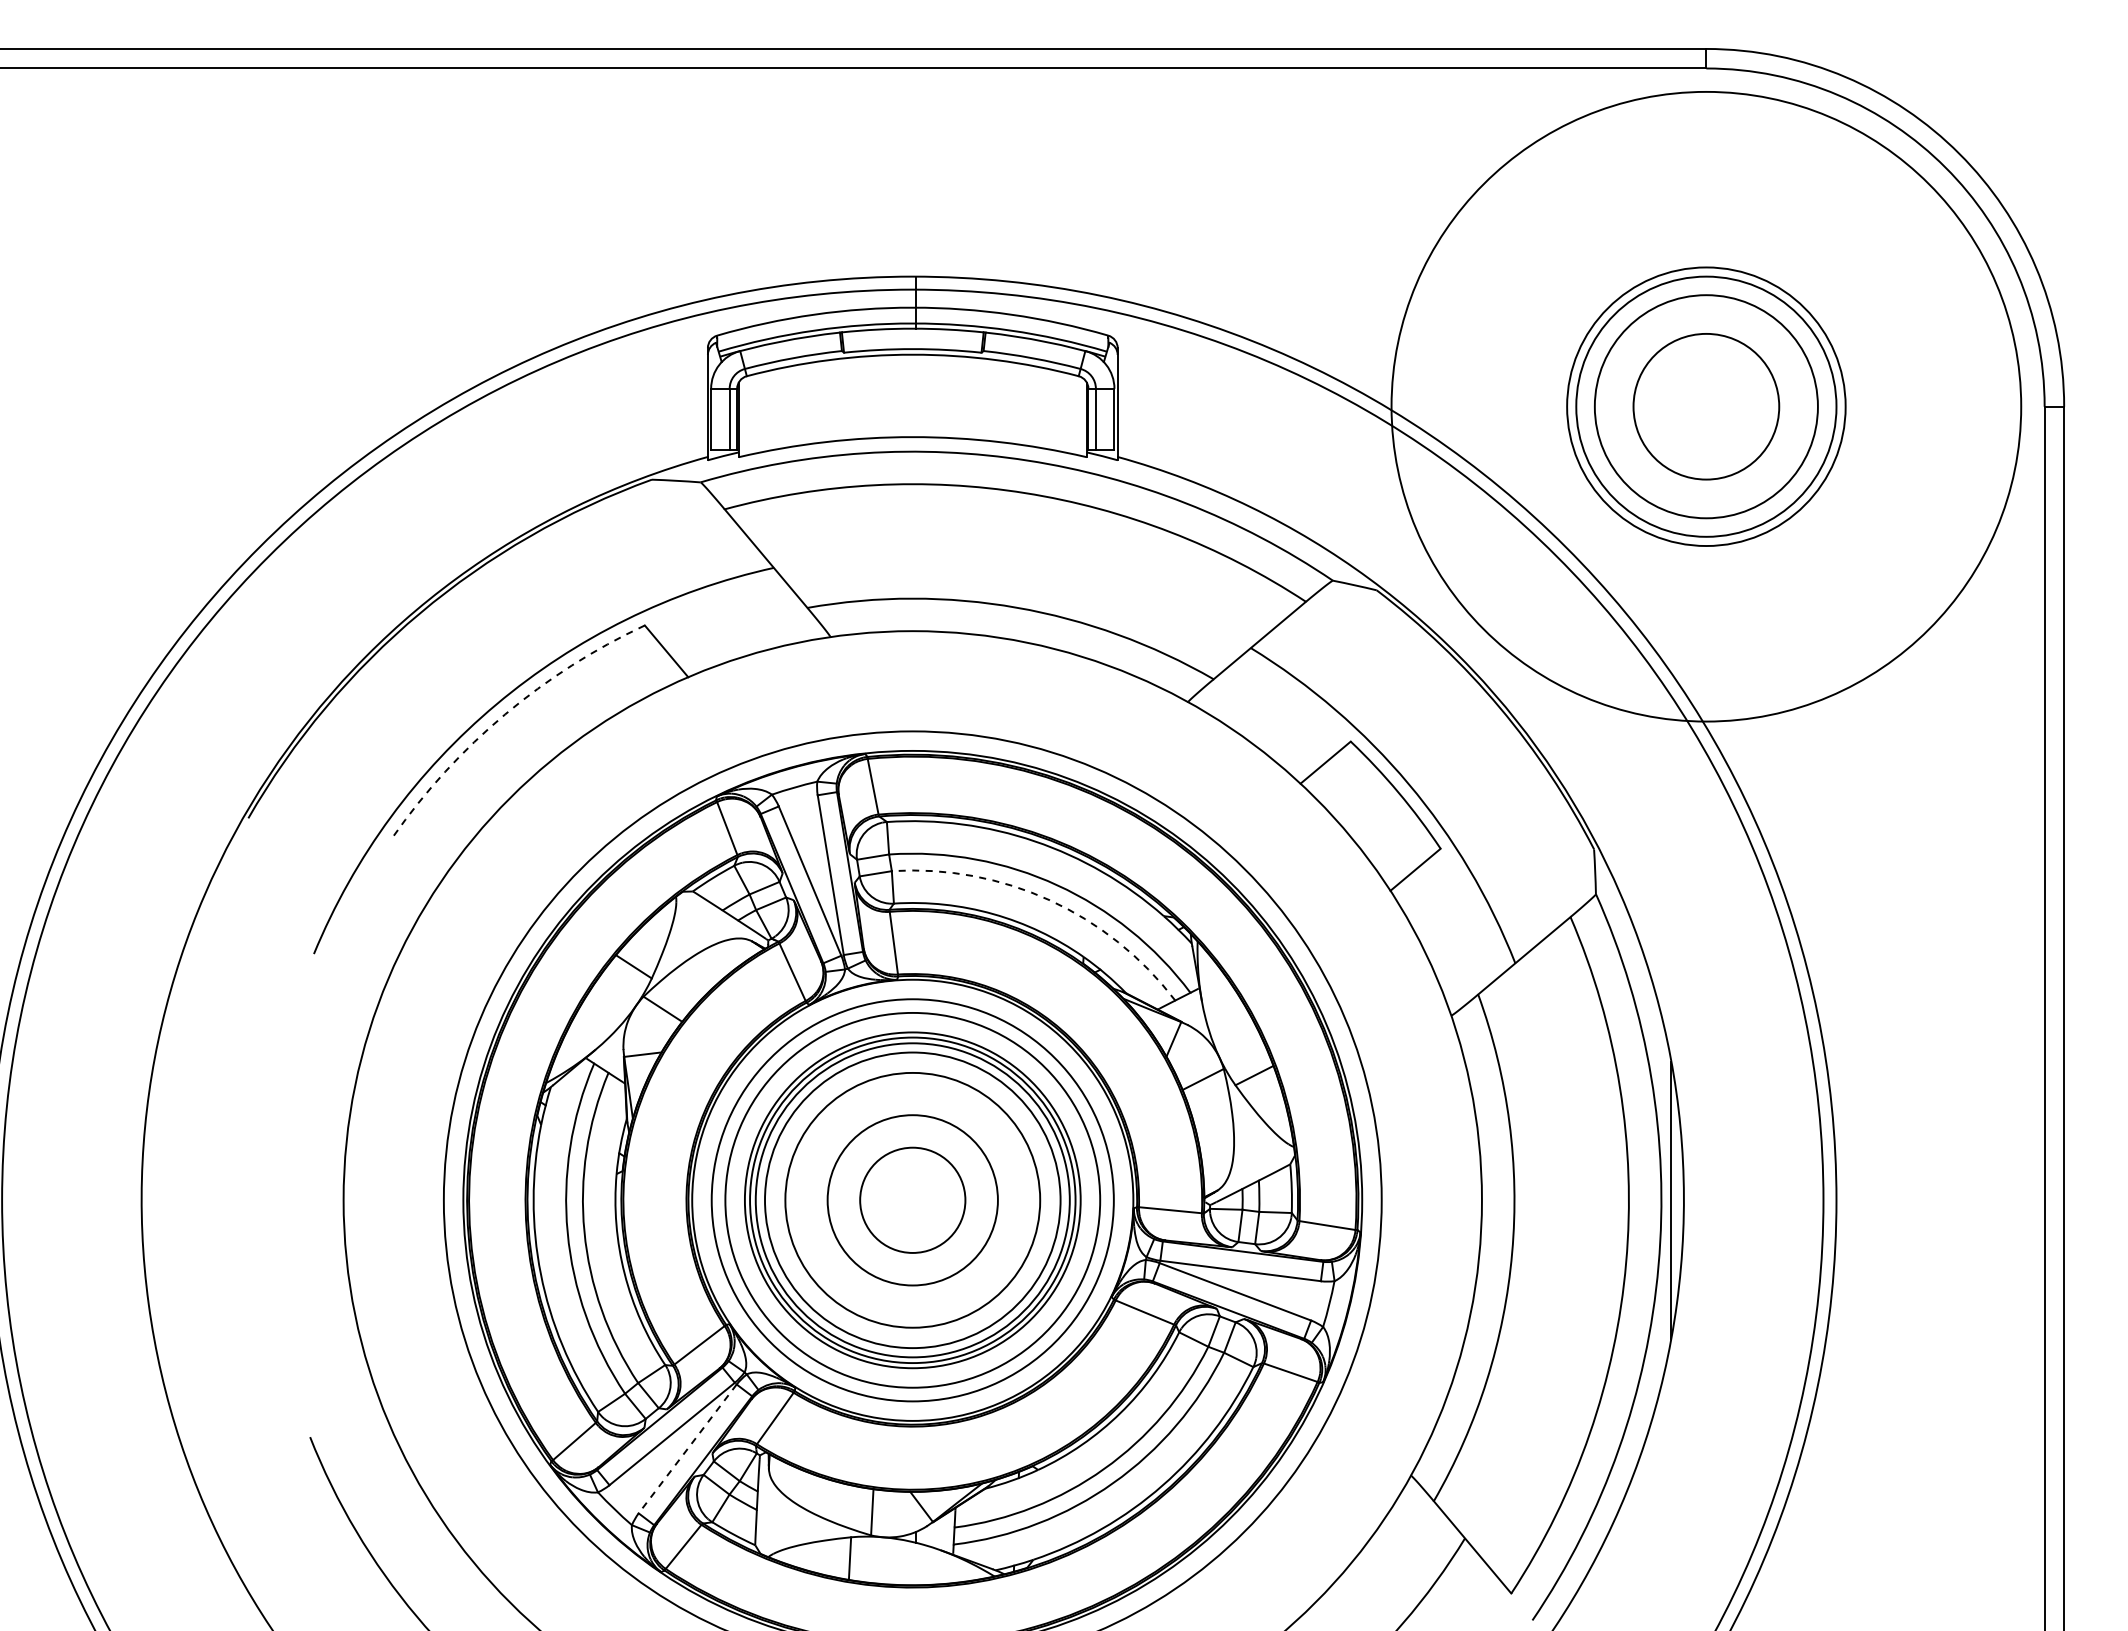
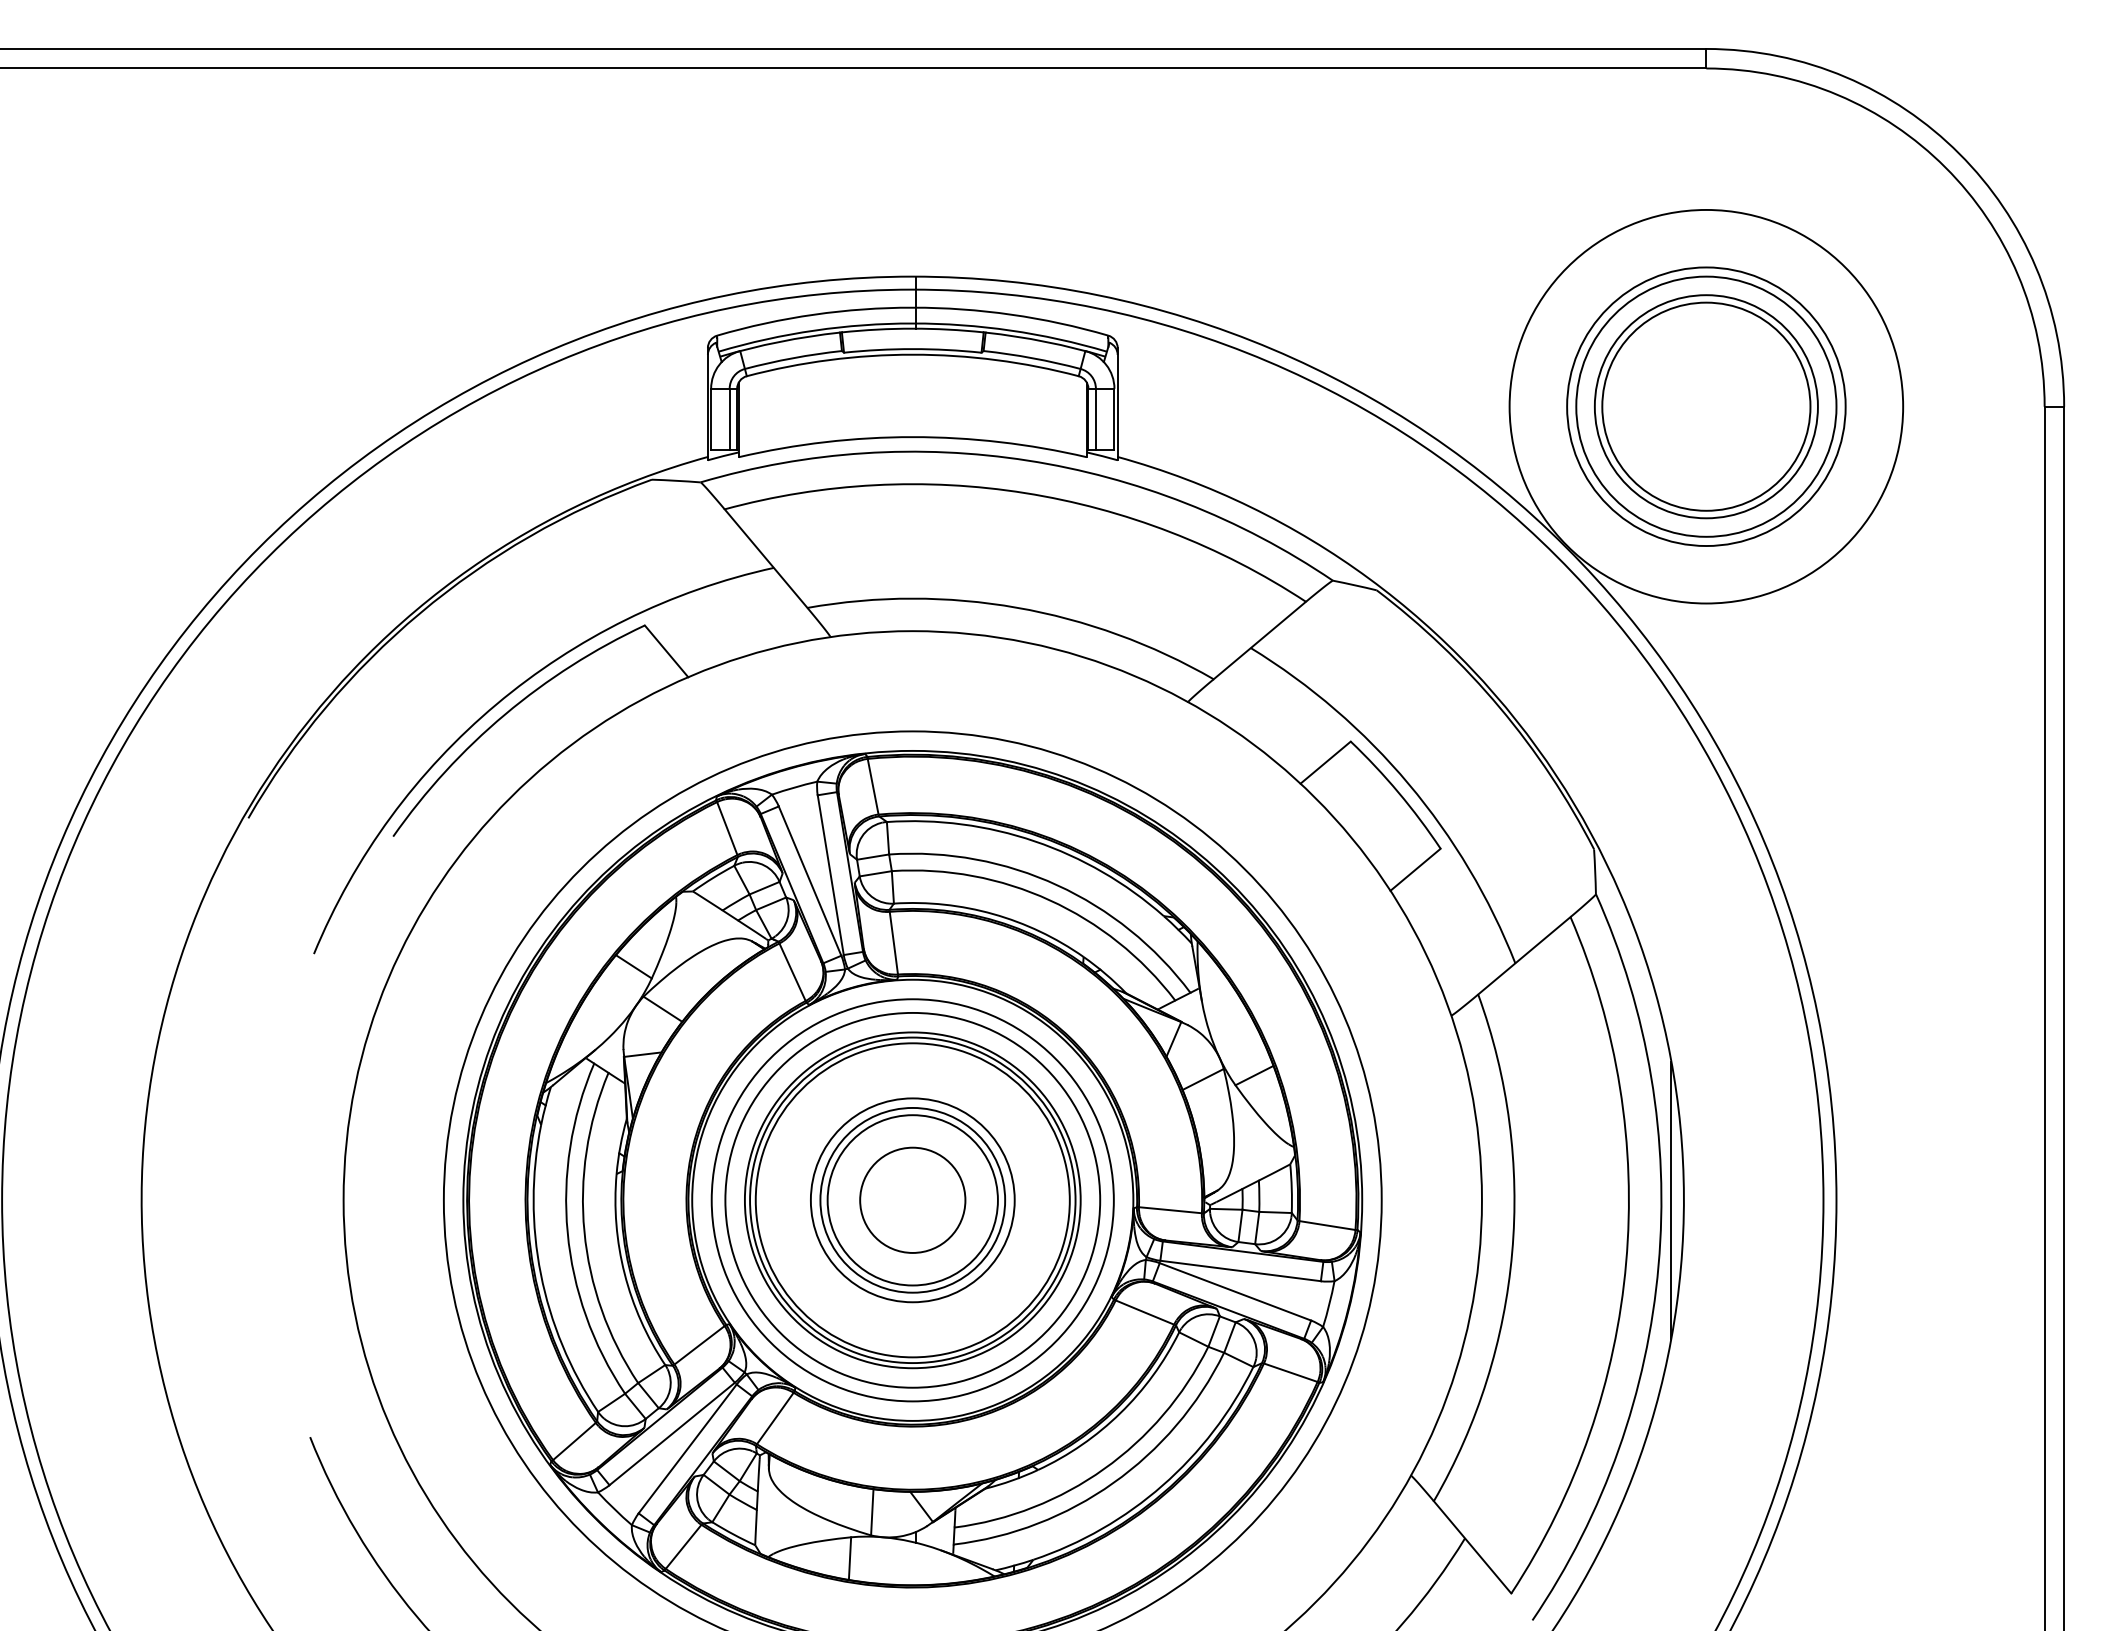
circle at (1706, 406) diameter: 146 px -> 208 px
circle at (1706, 406) diameter: 630 px -> 394 px
arc at (505, 714): dashed -> solid
arc at (1049, 900): dashed -> solid
circle at (912, 1199) diameter: 255 px -> 204 px
circle at (912, 1200) diameter: 296 px -> 185 px
line at (687, 1448): dashed -> solid
